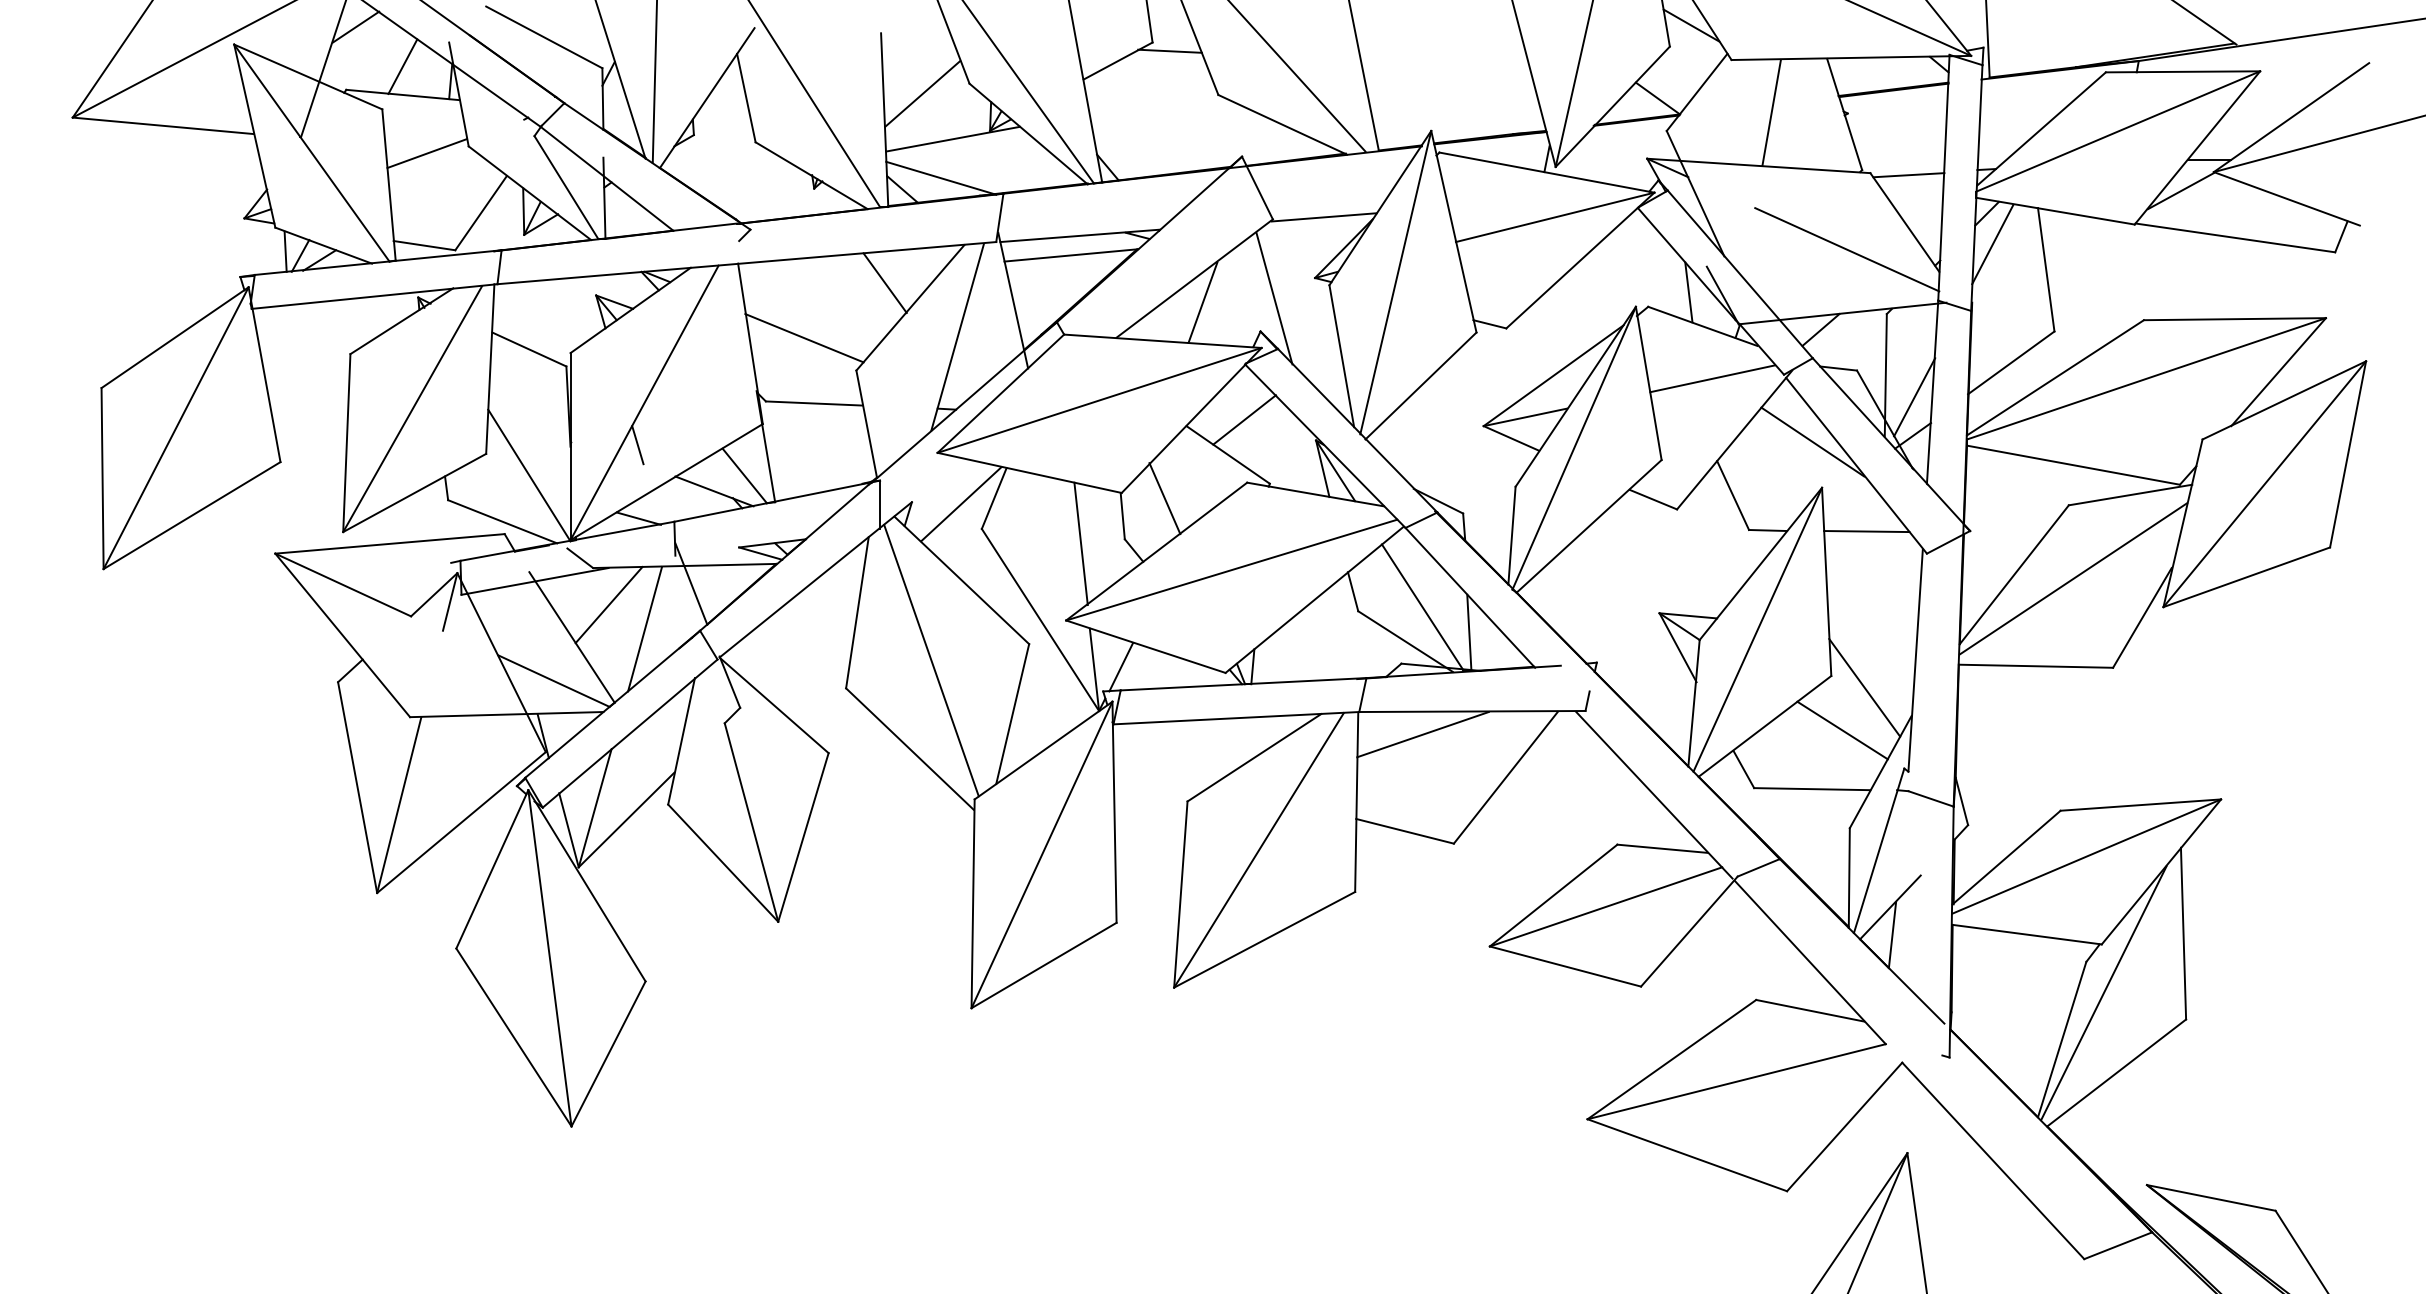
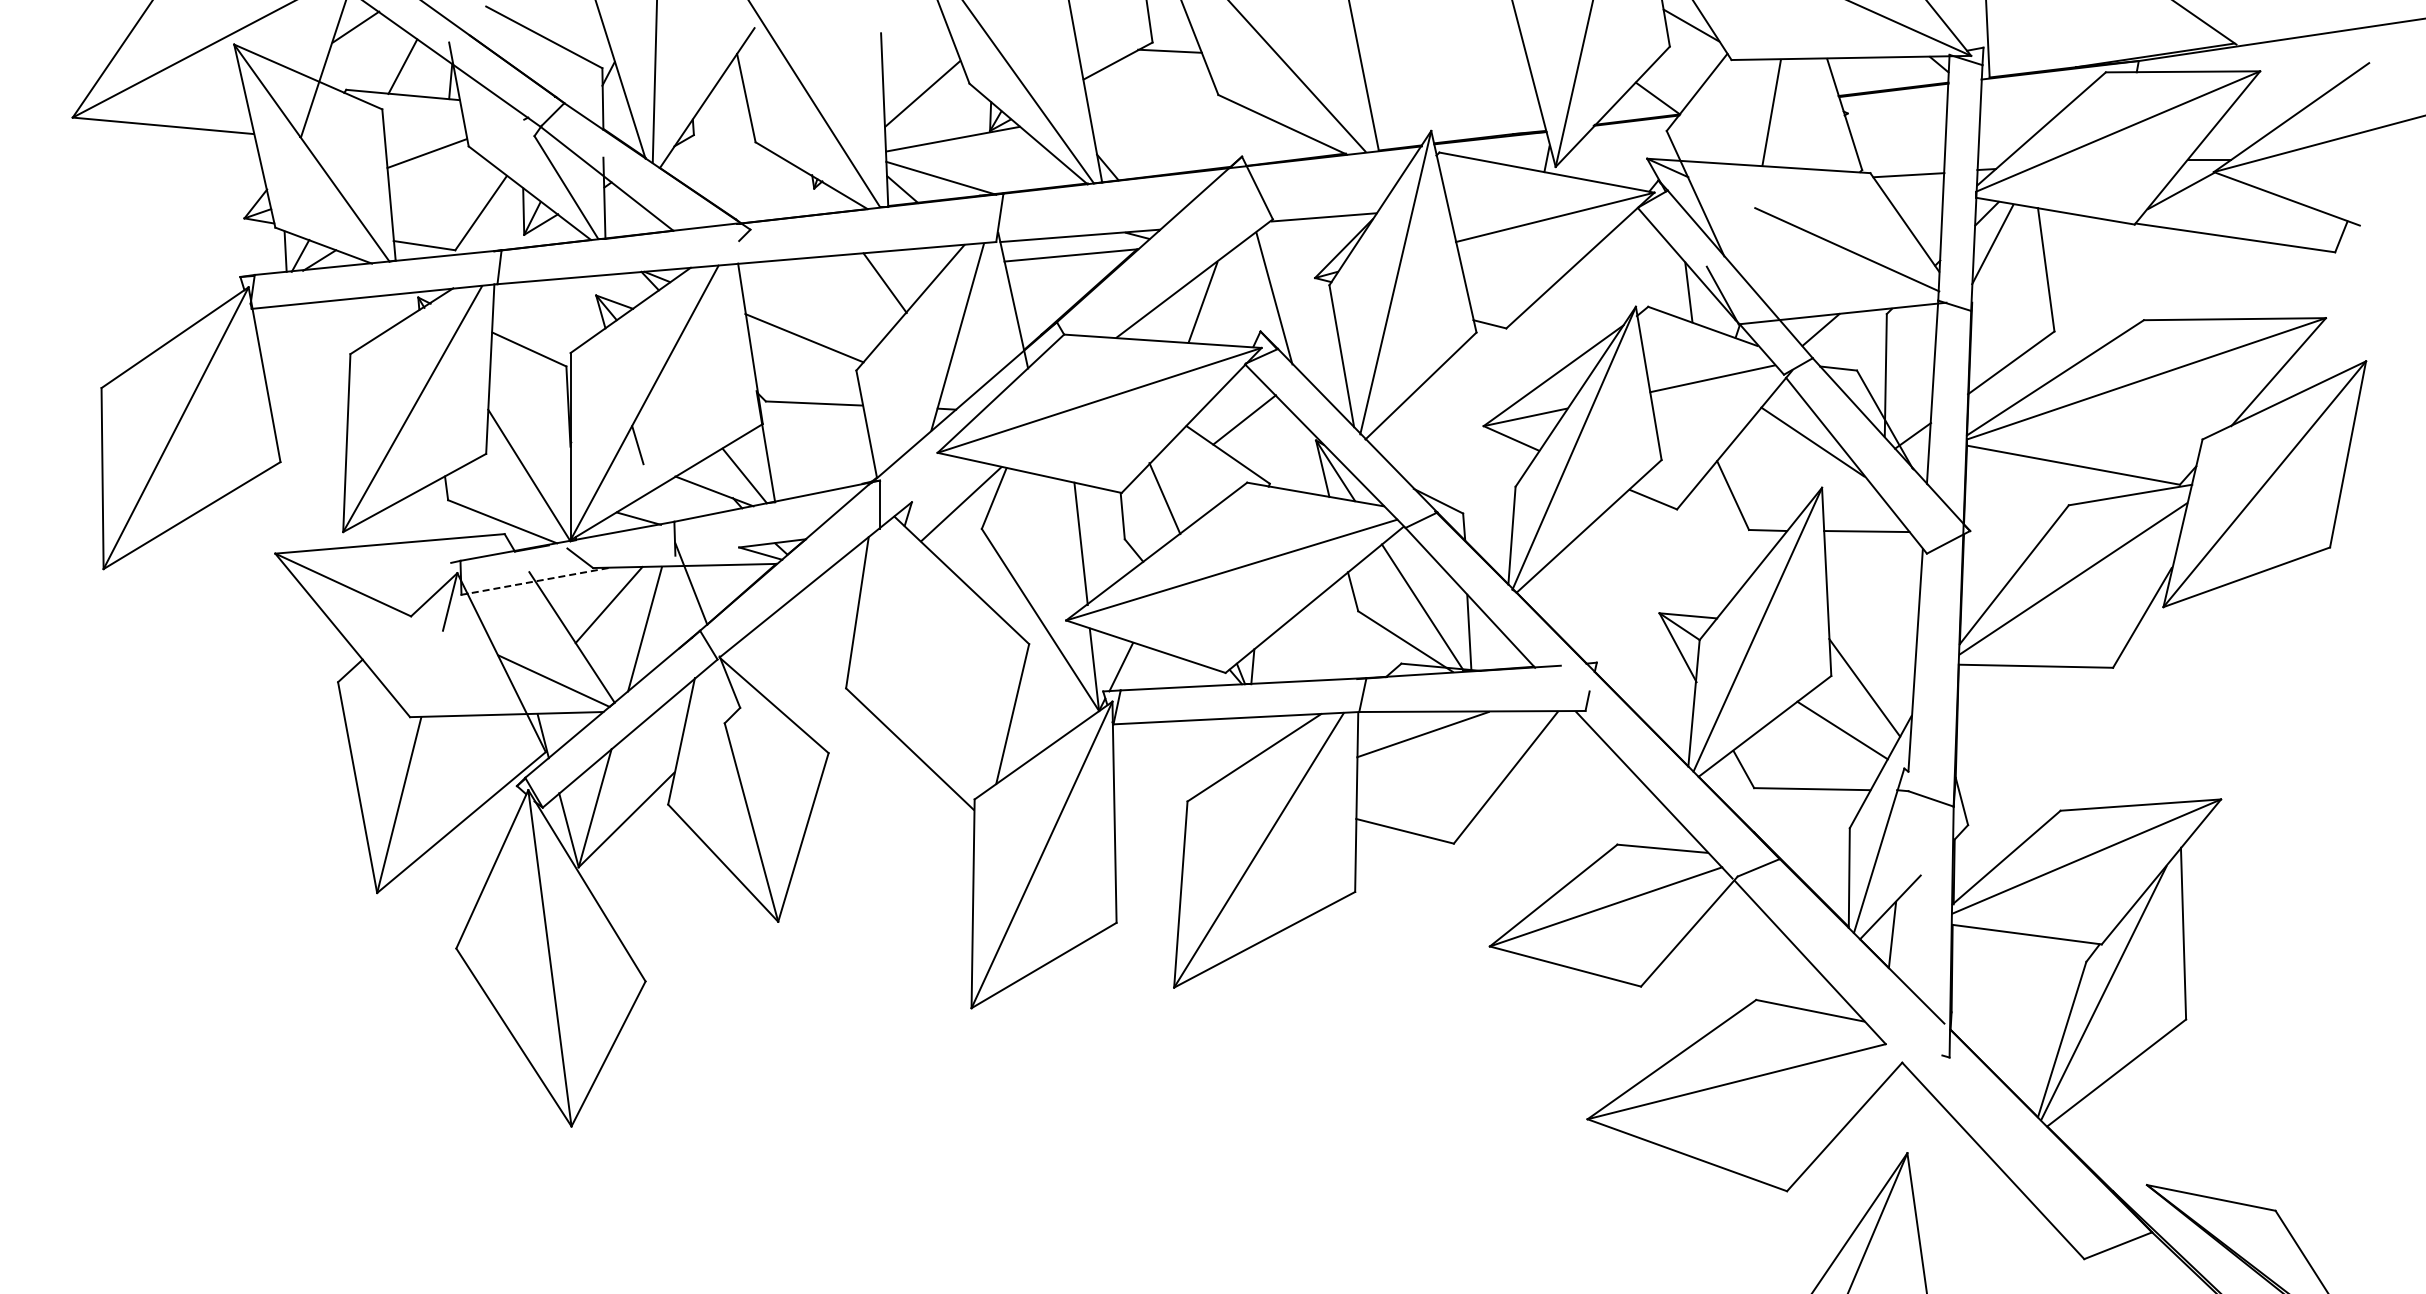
line at (1914, 397): present -> none
line at (538, 580): solid -> dashed
line at (931, 660): present -> none
